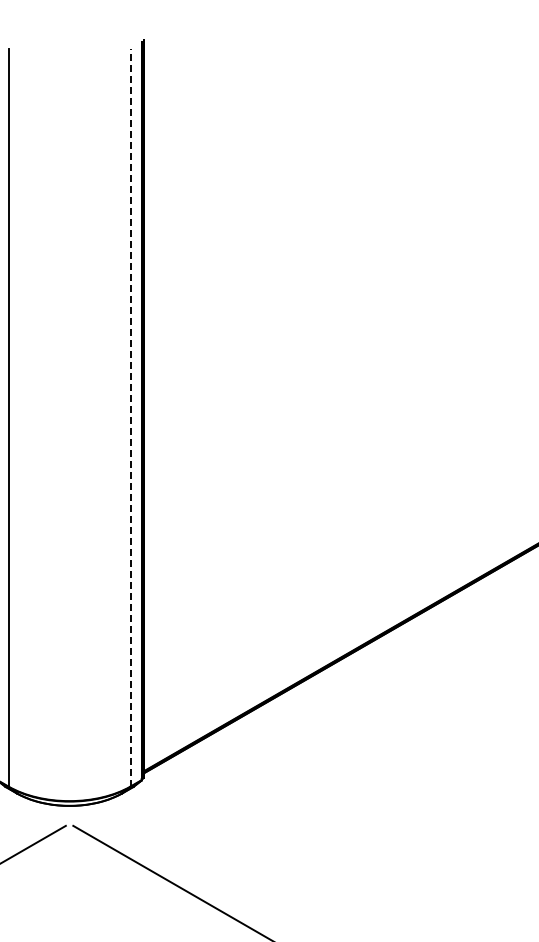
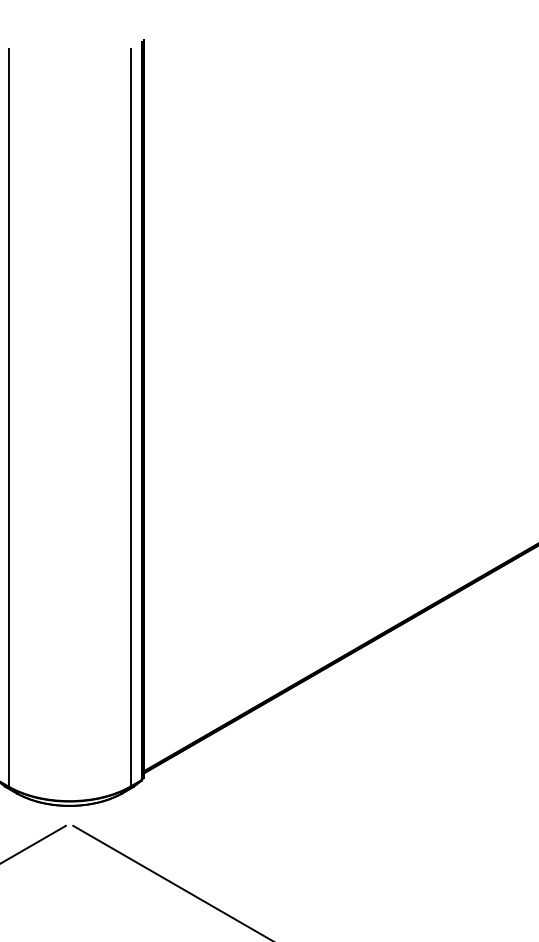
line at (130, 417): dashed -> solid
